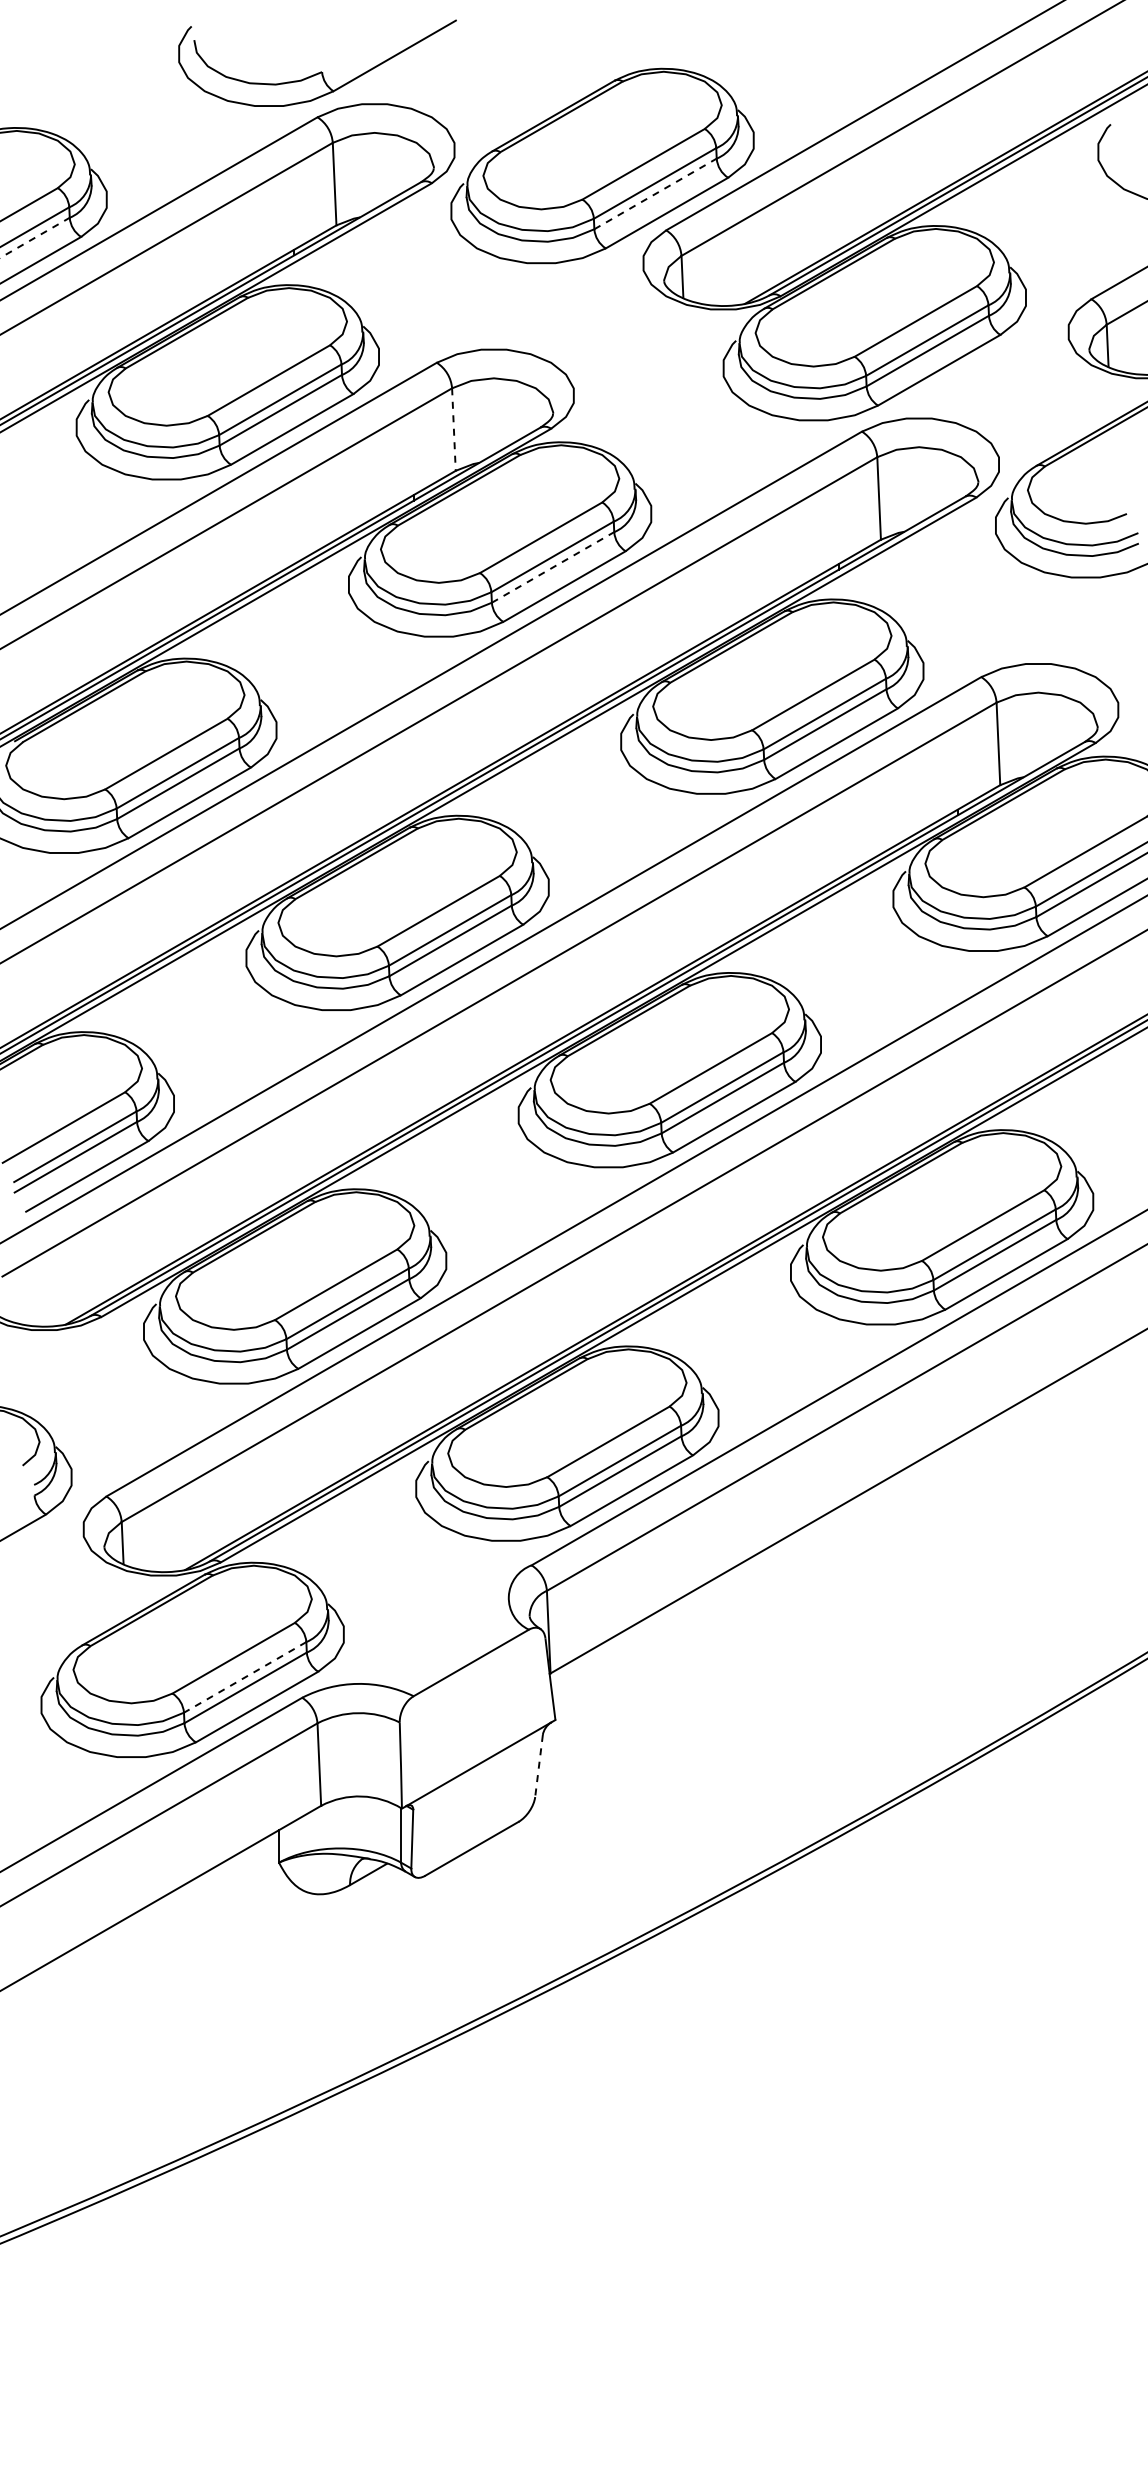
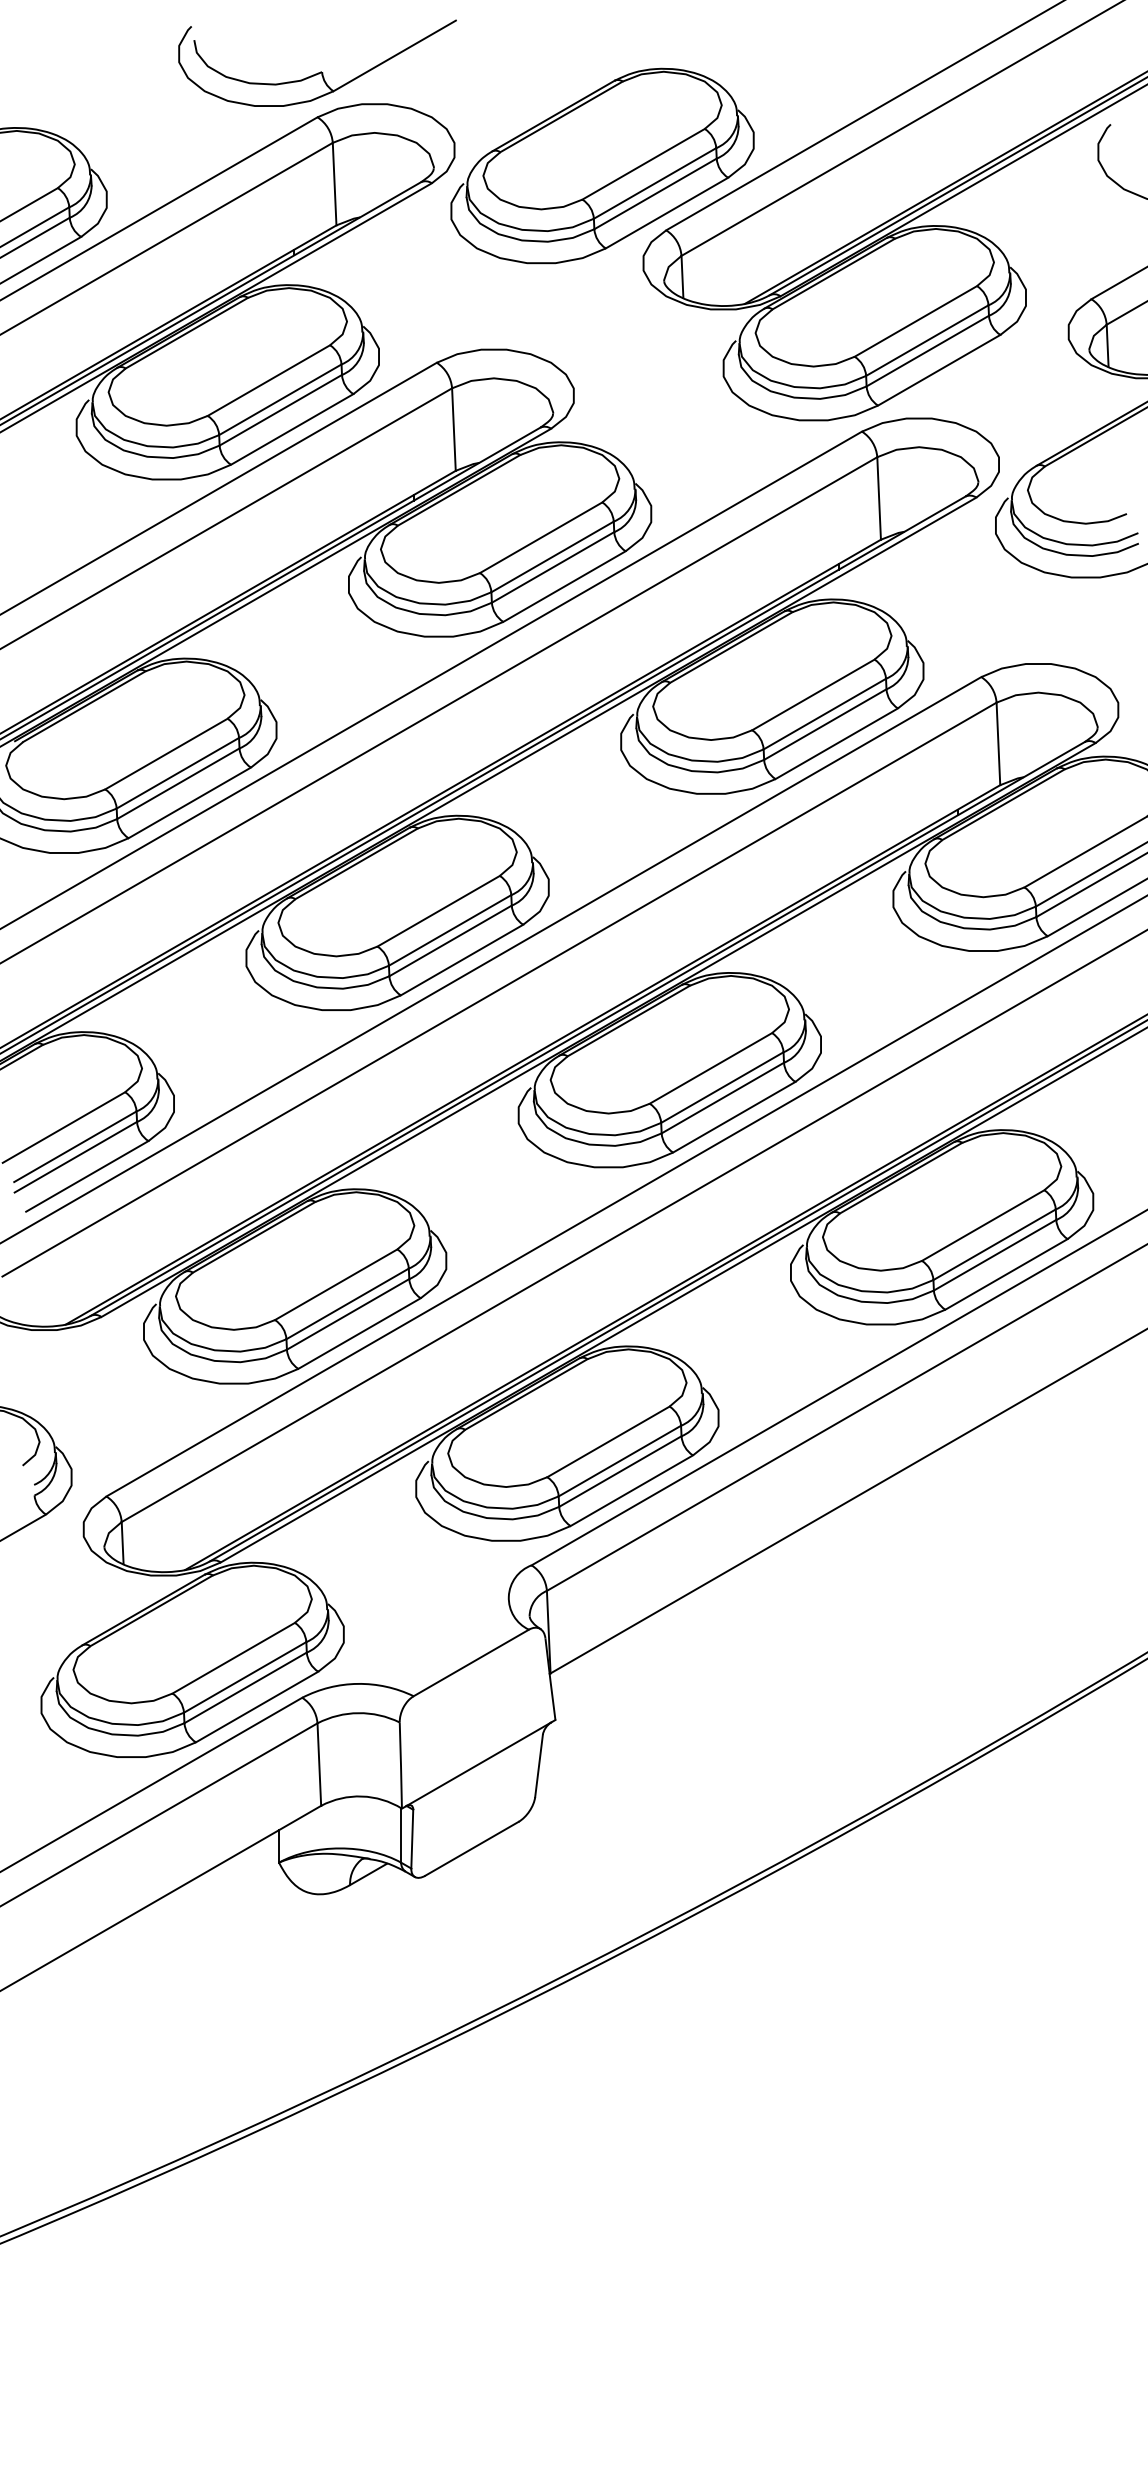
line at (655, 193): dashed -> solid
line at (35, 237): dashed -> solid
line at (453, 430): dashed -> solid
line at (553, 567): dashed -> solid
line at (245, 1677): dashed -> solid
line at (538, 1766): dashed -> solid
